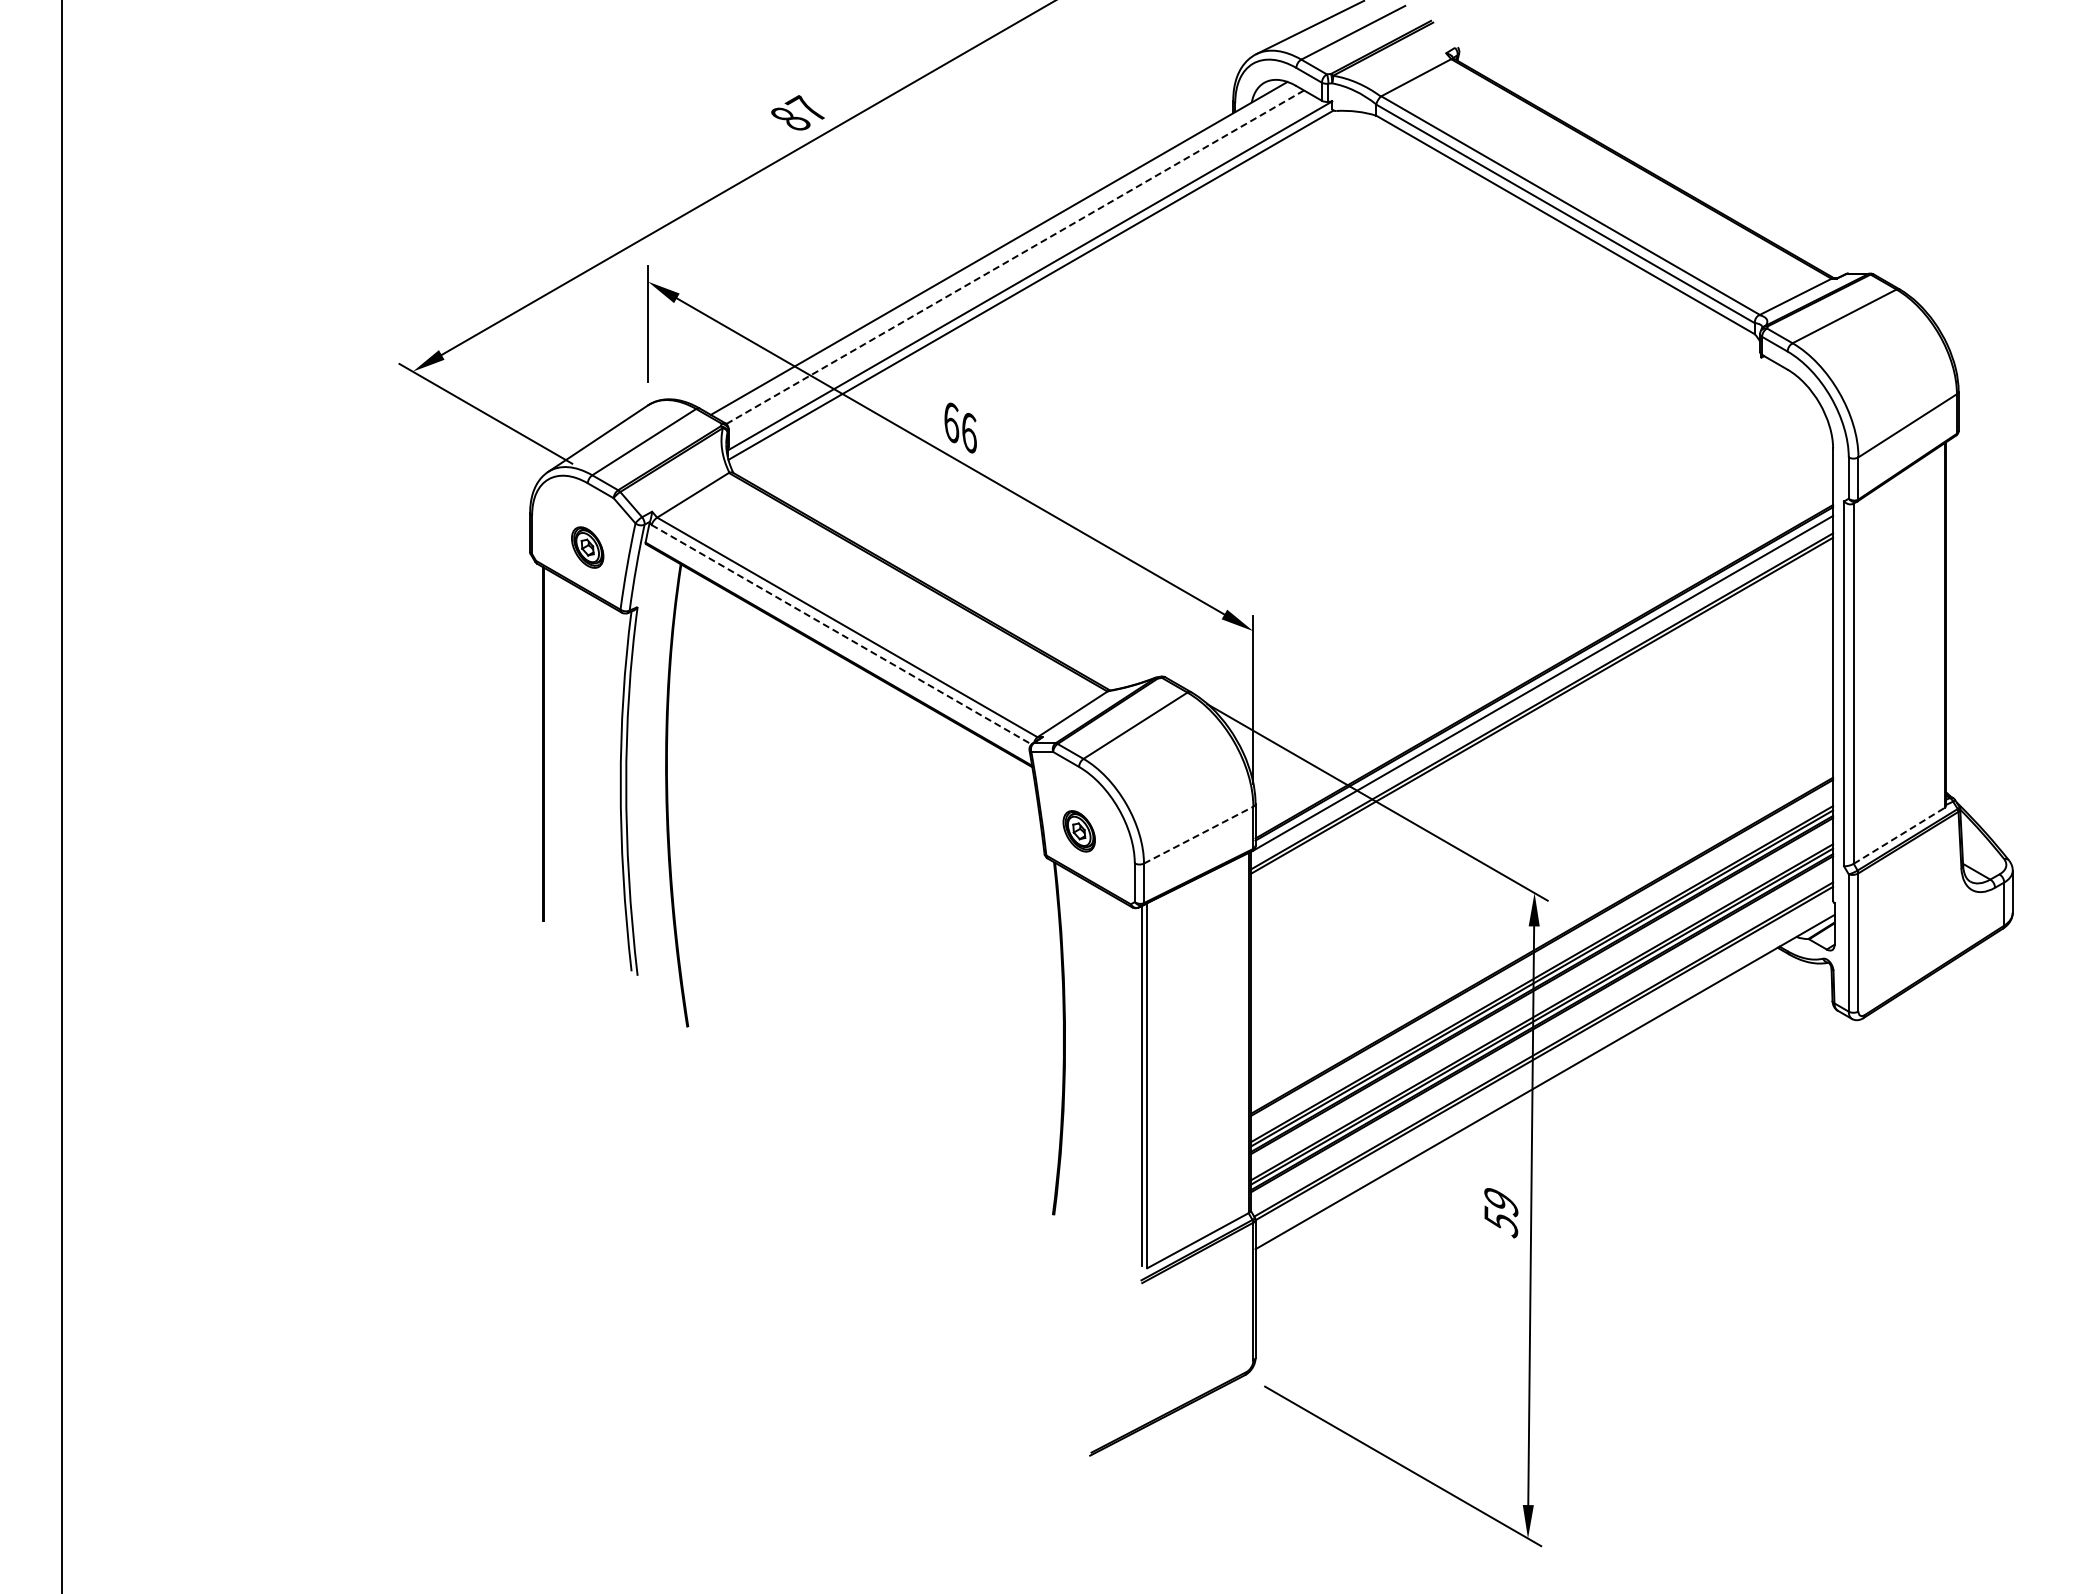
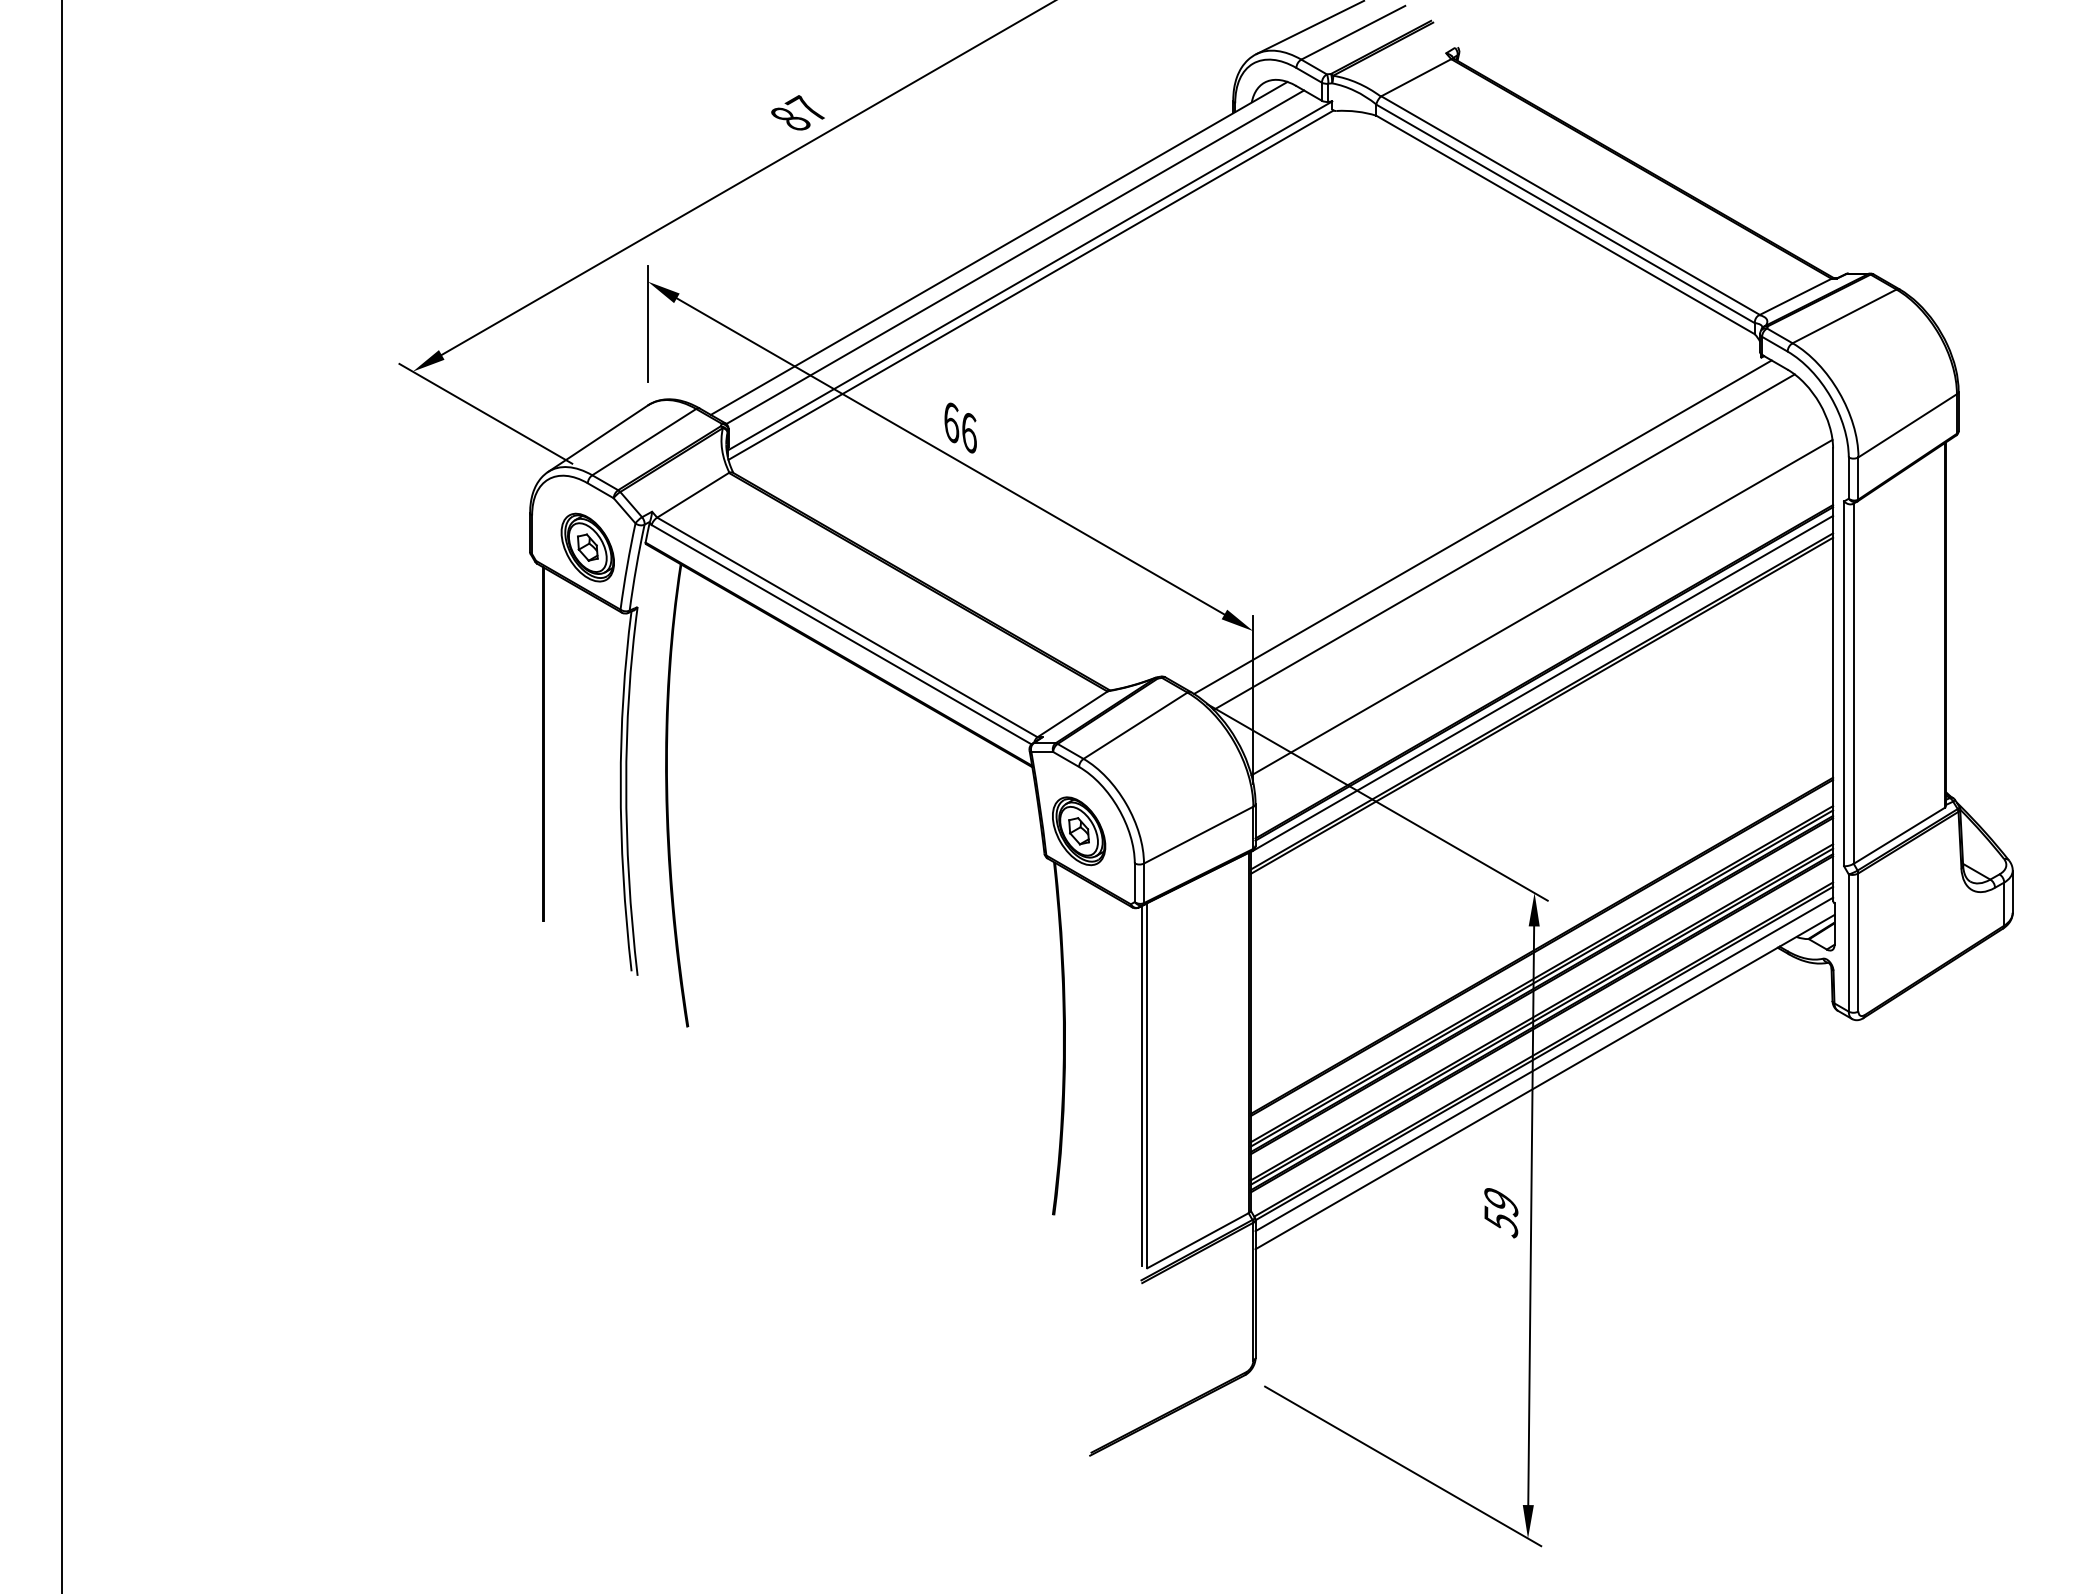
line at (1015, 257): dashed -> solid
line at (1482, 526): none -> present
line at (1503, 541): none -> present
part at (587, 547) size: 34x43 px -> 55x71 px
line at (1541, 607): none -> present
line at (842, 634): dashed -> solid
part at (1078, 831) size: 34x43 px -> 55x71 px
line at (1198, 835): dashed -> solid
line at (1899, 835): dashed -> solid
line at (1544, 1064): none -> present
